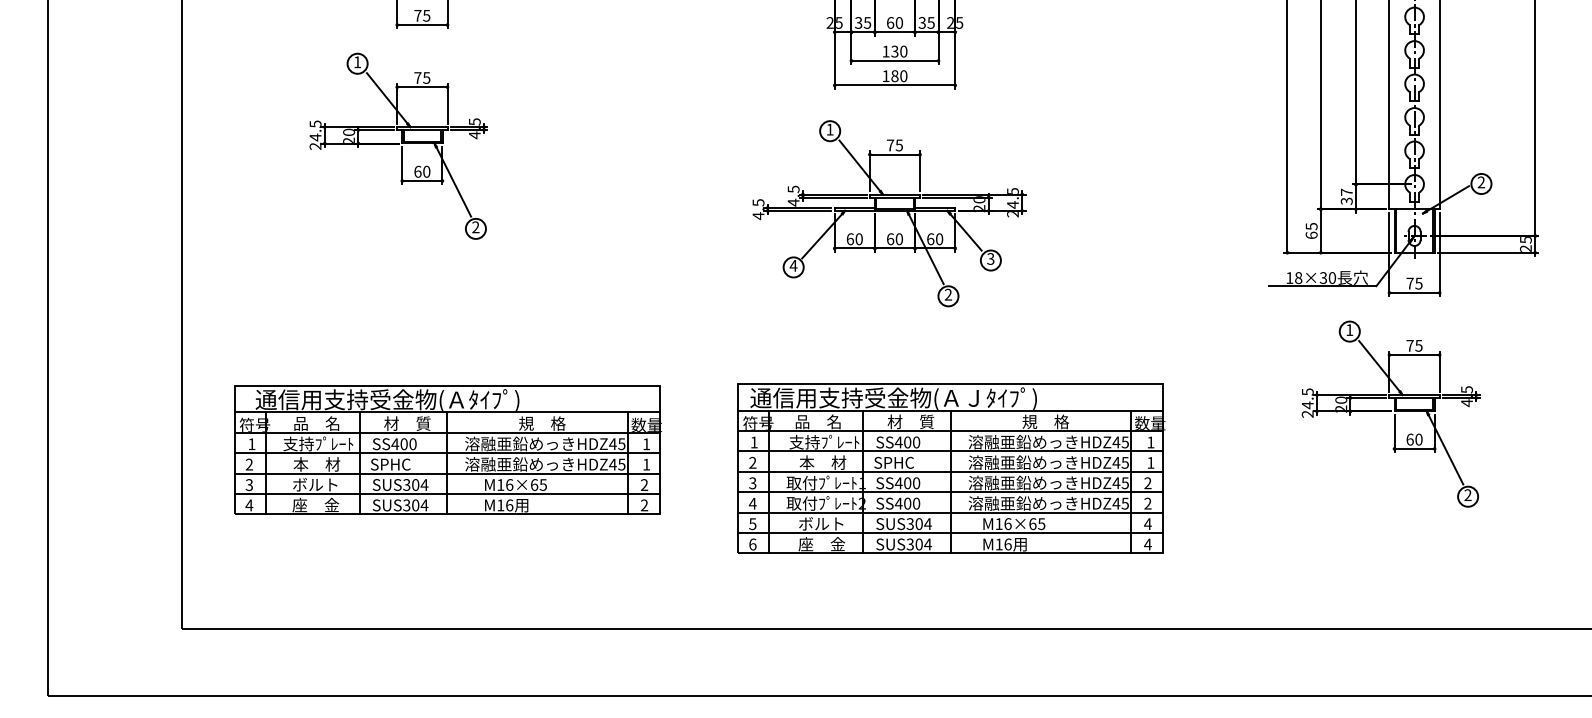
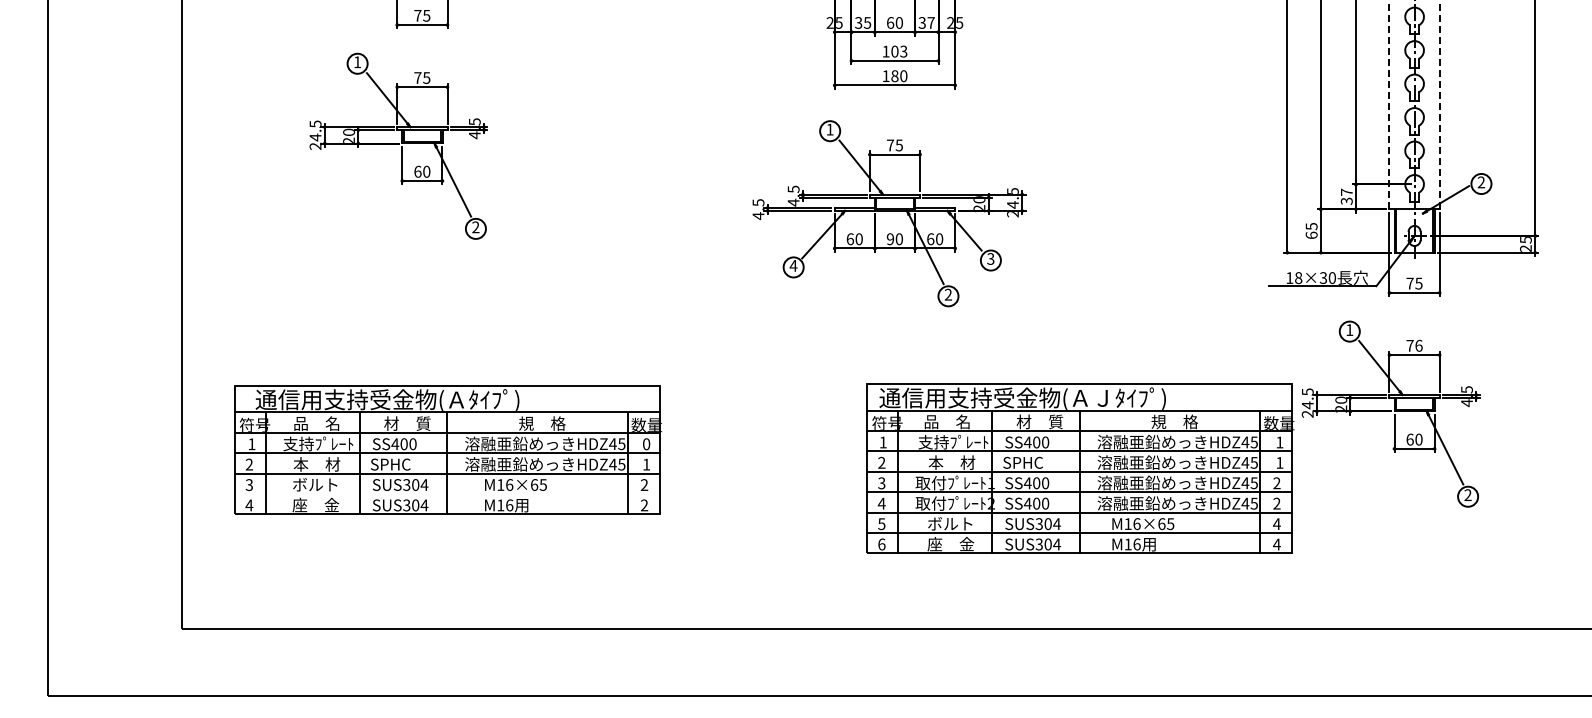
text at (930, 22): 35 -> 37
text at (899, 51): 130 -> 103
line at (1389, 104): solid -> dashed
line at (1439, 104): solid -> dashed
text at (890, 239): 60 -> 90
text at (1418, 345): 75 -> 76
text at (646, 444): 1 -> 0
part at (951, 468) position: (951, 468) -> (1080, 468)
line at (446, 493): present -> none
